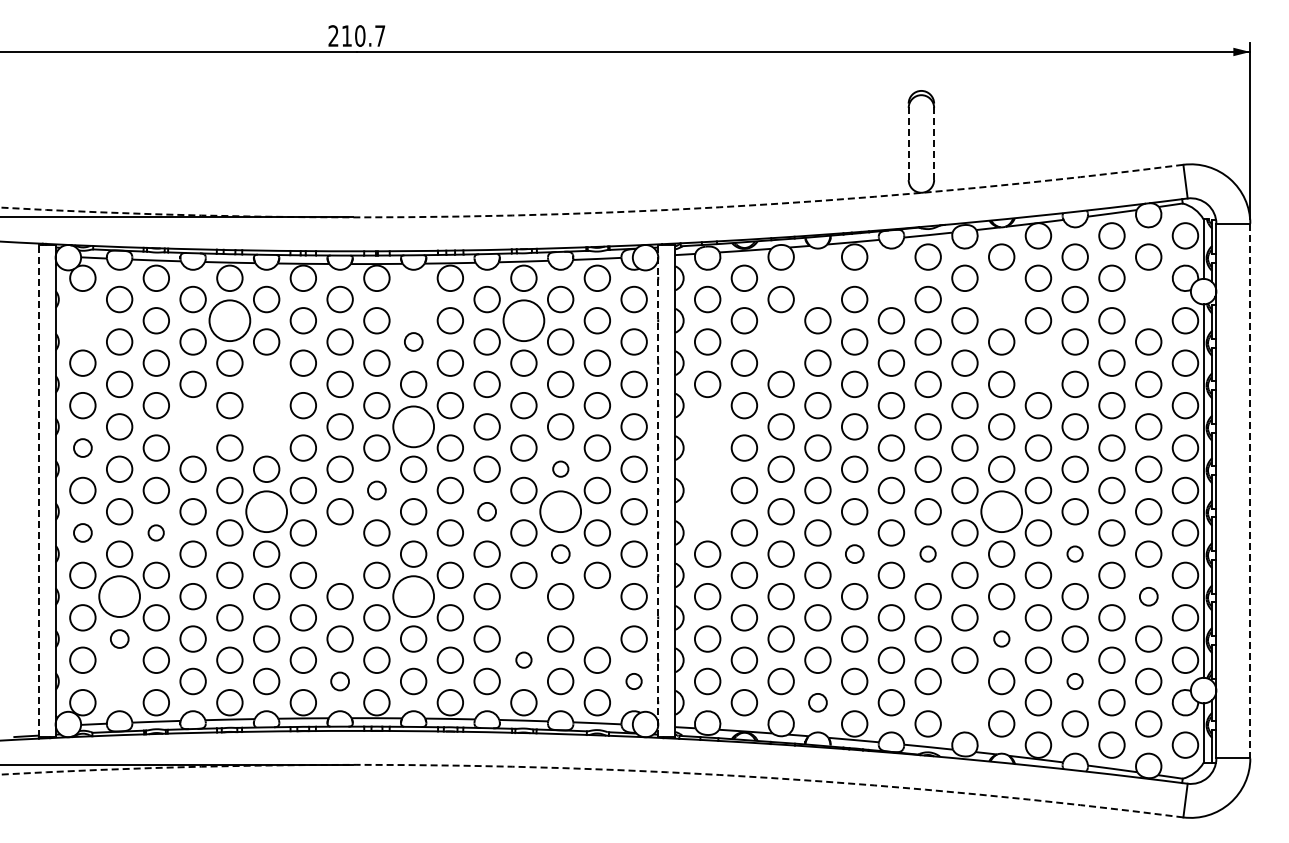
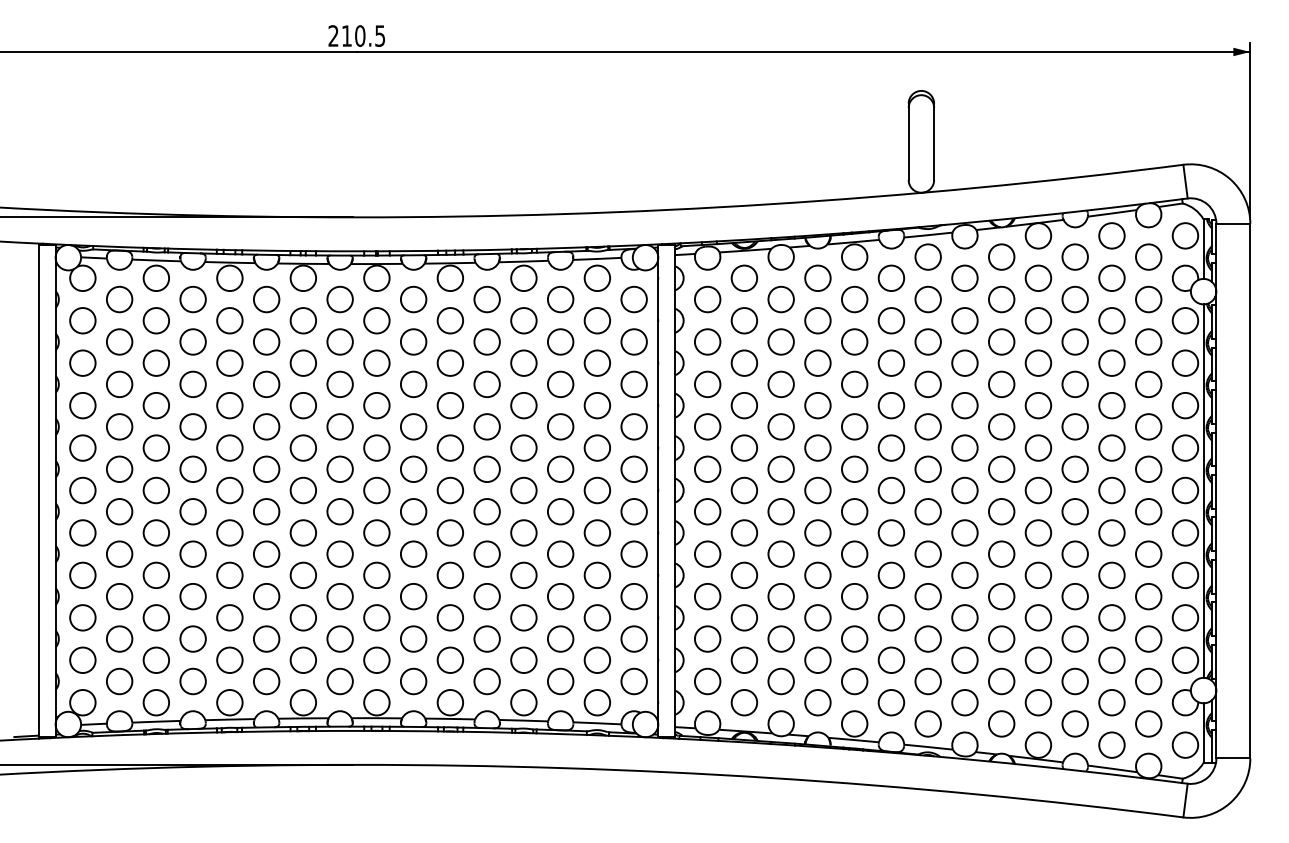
text at (380, 35): 210.7 -> 210.5
line at (908, 141): dashed -> solid
line at (934, 141): dashed -> solid
arc at (592, 213): dashed -> solid
circle at (817, 277): none -> present
circle at (891, 277): none -> present
circle at (413, 299): none -> present
circle at (1001, 299): none -> present
circle at (1148, 299): none -> present
circle at (82, 320): none -> present
circle at (229, 320) diameter: 41 px -> 25 px
circle at (523, 320) diameter: 41 px -> 25 px
circle at (413, 341) size: 20x20 px -> 28x28 px
circle at (780, 341): none -> present
circle at (1038, 362): none -> present
circle at (266, 383): none -> present
circle at (192, 426): none -> present
circle at (266, 426): none -> present
circle at (413, 426) diameter: 41 px -> 25 px
circle at (707, 426): none -> present
circle at (82, 447) size: 20x20 px -> 28x28 px
circle at (560, 468) size: 18x18 px -> 28x28 px
circle at (707, 468): none -> present
line at (38, 490): dashed -> solid
circle at (376, 490) size: 20x21 px -> 28x29 px
line at (658, 490): dashed -> solid
line at (1250, 491): dashed -> solid
circle at (266, 511) diameter: 41 px -> 25 px
circle at (486, 511) size: 20x20 px -> 28x28 px
circle at (560, 511) diameter: 41 px -> 25 px
circle at (707, 511): none -> present
circle at (1001, 511) diameter: 41 px -> 25 px
circle at (82, 532) size: 20x20 px -> 28x28 px
circle at (155, 532) size: 18x18 px -> 28x28 px
circle at (339, 553): none -> present
circle at (560, 553) size: 20x20 px -> 28x28 px
circle at (854, 553) size: 20x20 px -> 28x28 px
circle at (927, 553) size: 18x18 px -> 28x28 px
circle at (1074, 553) size: 18x18 px -> 28x28 px
circle at (119, 596) diameter: 41 px -> 25 px
circle at (413, 596) diameter: 41 px -> 25 px
circle at (1148, 596) size: 20x20 px -> 28x28 px
circle at (523, 617): none -> present
circle at (596, 617): none -> present
circle at (119, 638) size: 20x20 px -> 28x28 px
circle at (1001, 638) size: 18x18 px -> 28x28 px
circle at (523, 659) size: 18x18 px -> 28x28 px
circle at (119, 681): none -> present
circle at (339, 681) size: 20x21 px -> 28x29 px
circle at (633, 681) size: 18x17 px -> 28x29 px
circle at (1074, 681) size: 18x17 px -> 28x29 px
circle at (817, 702) size: 20x20 px -> 28x28 px
circle at (964, 702): none -> present
arc at (592, 769): dashed -> solid
